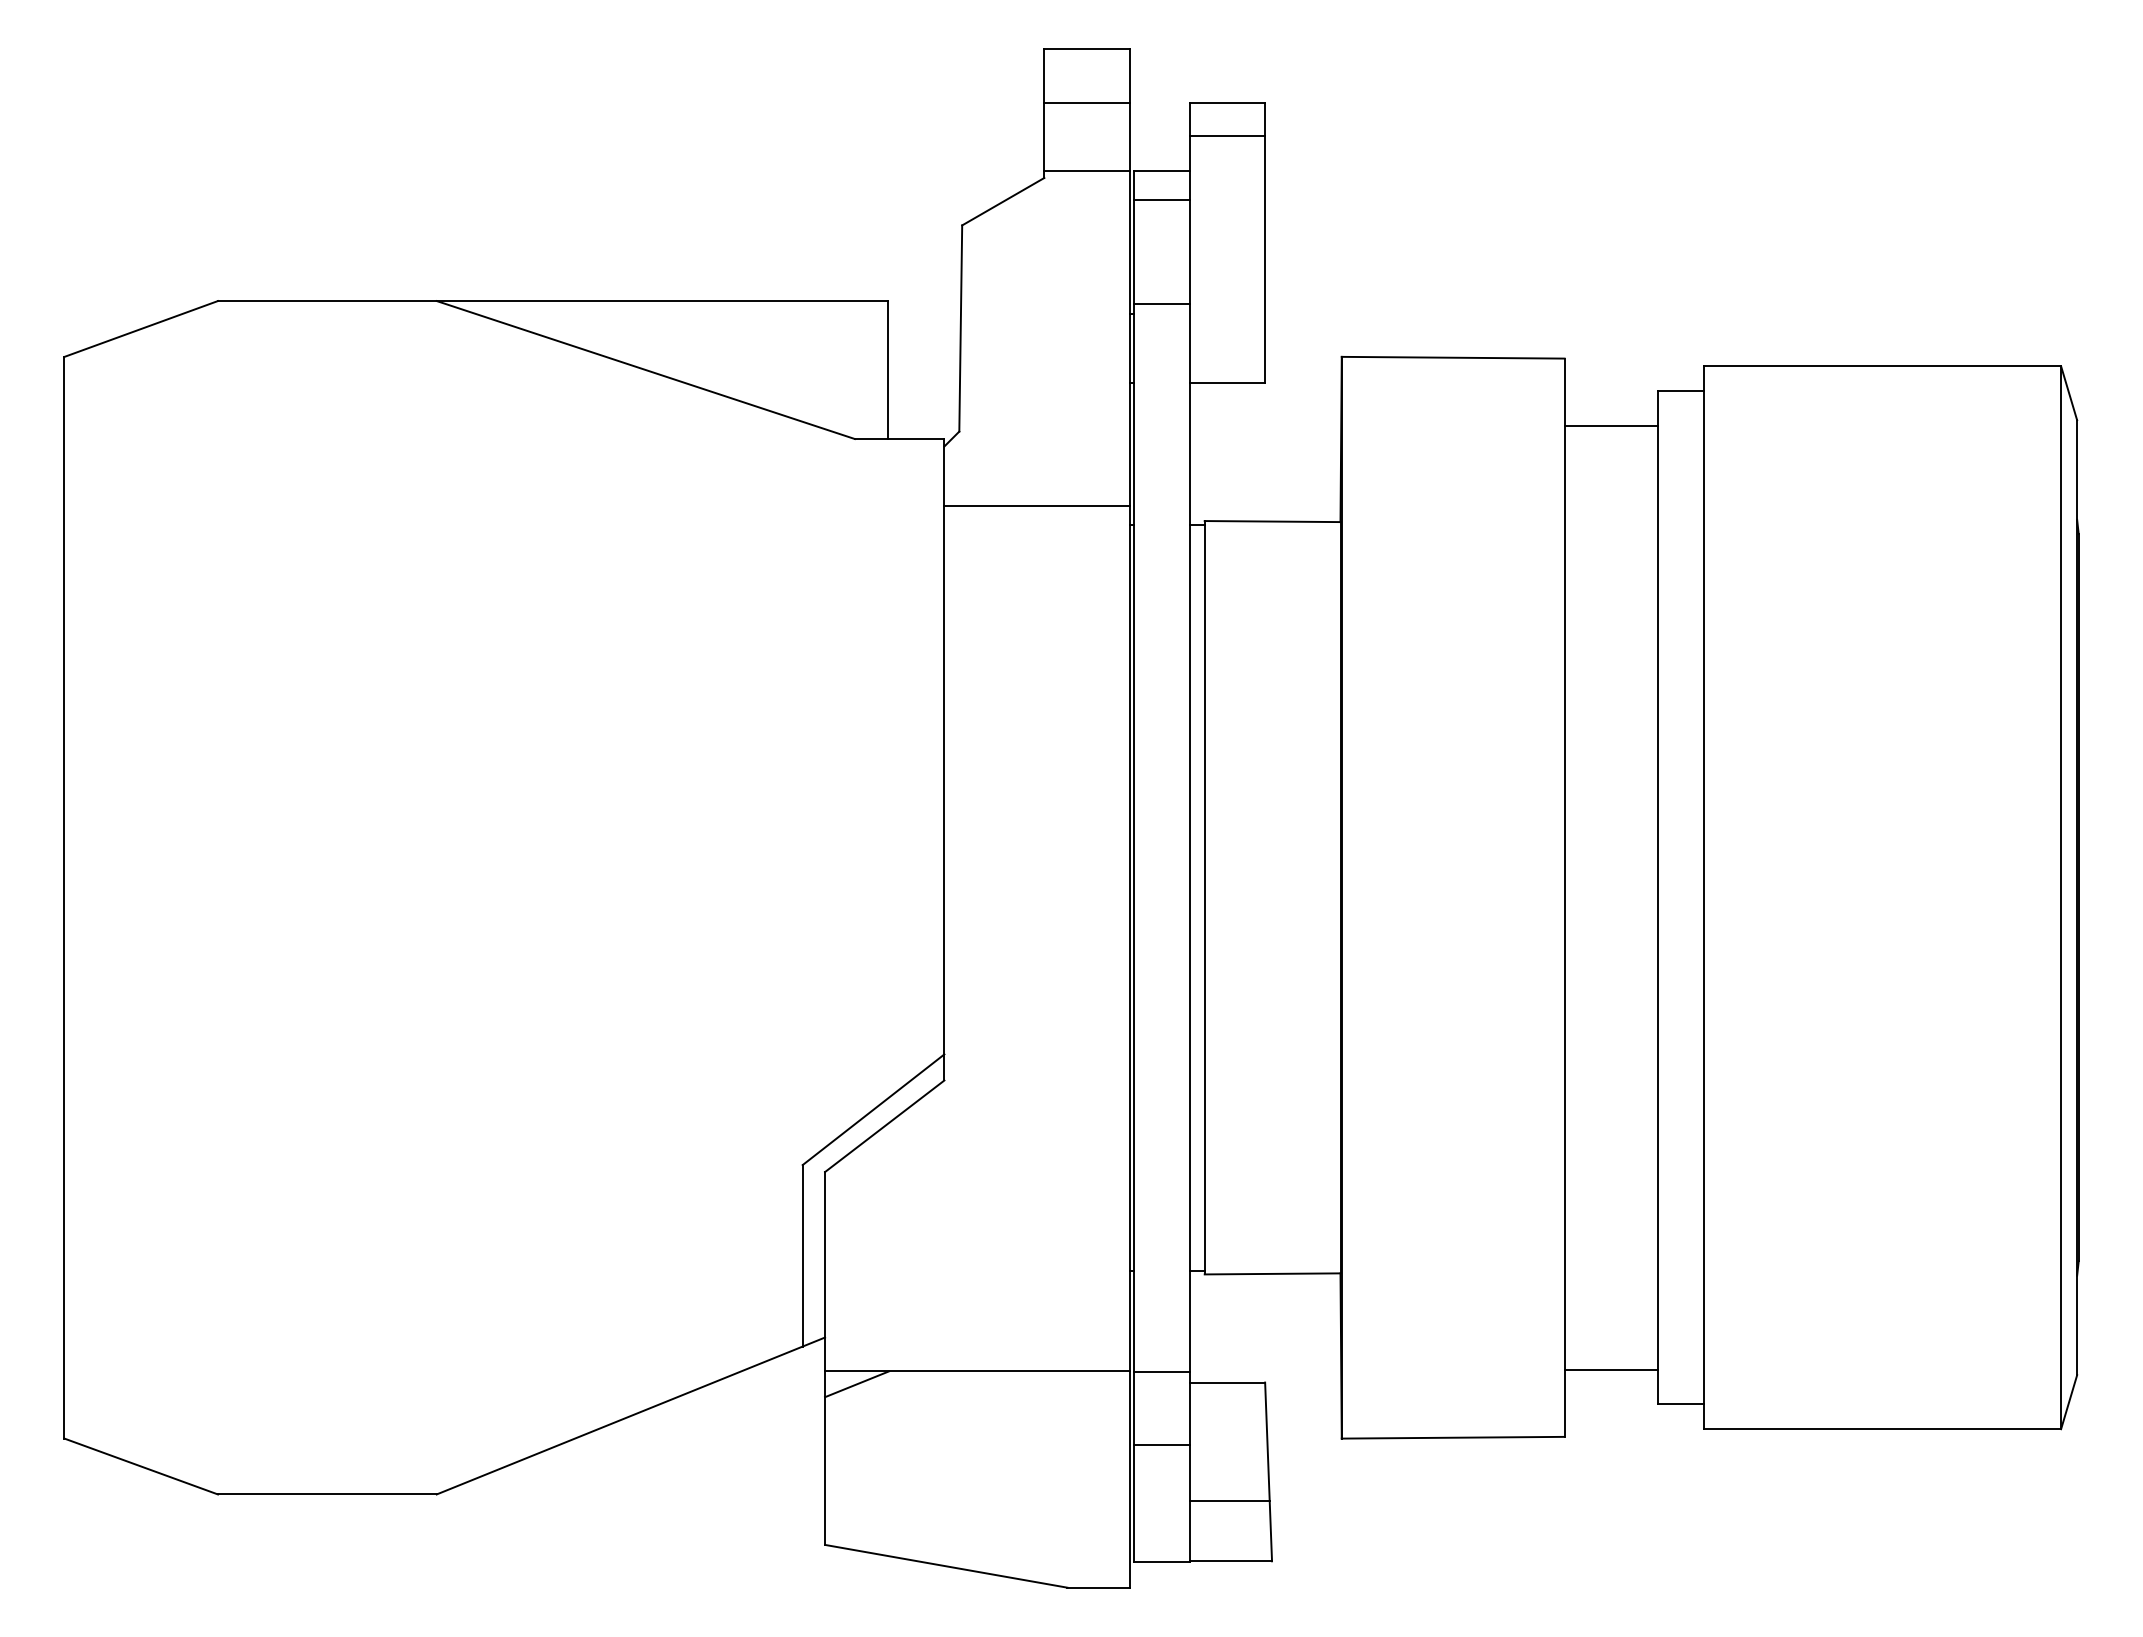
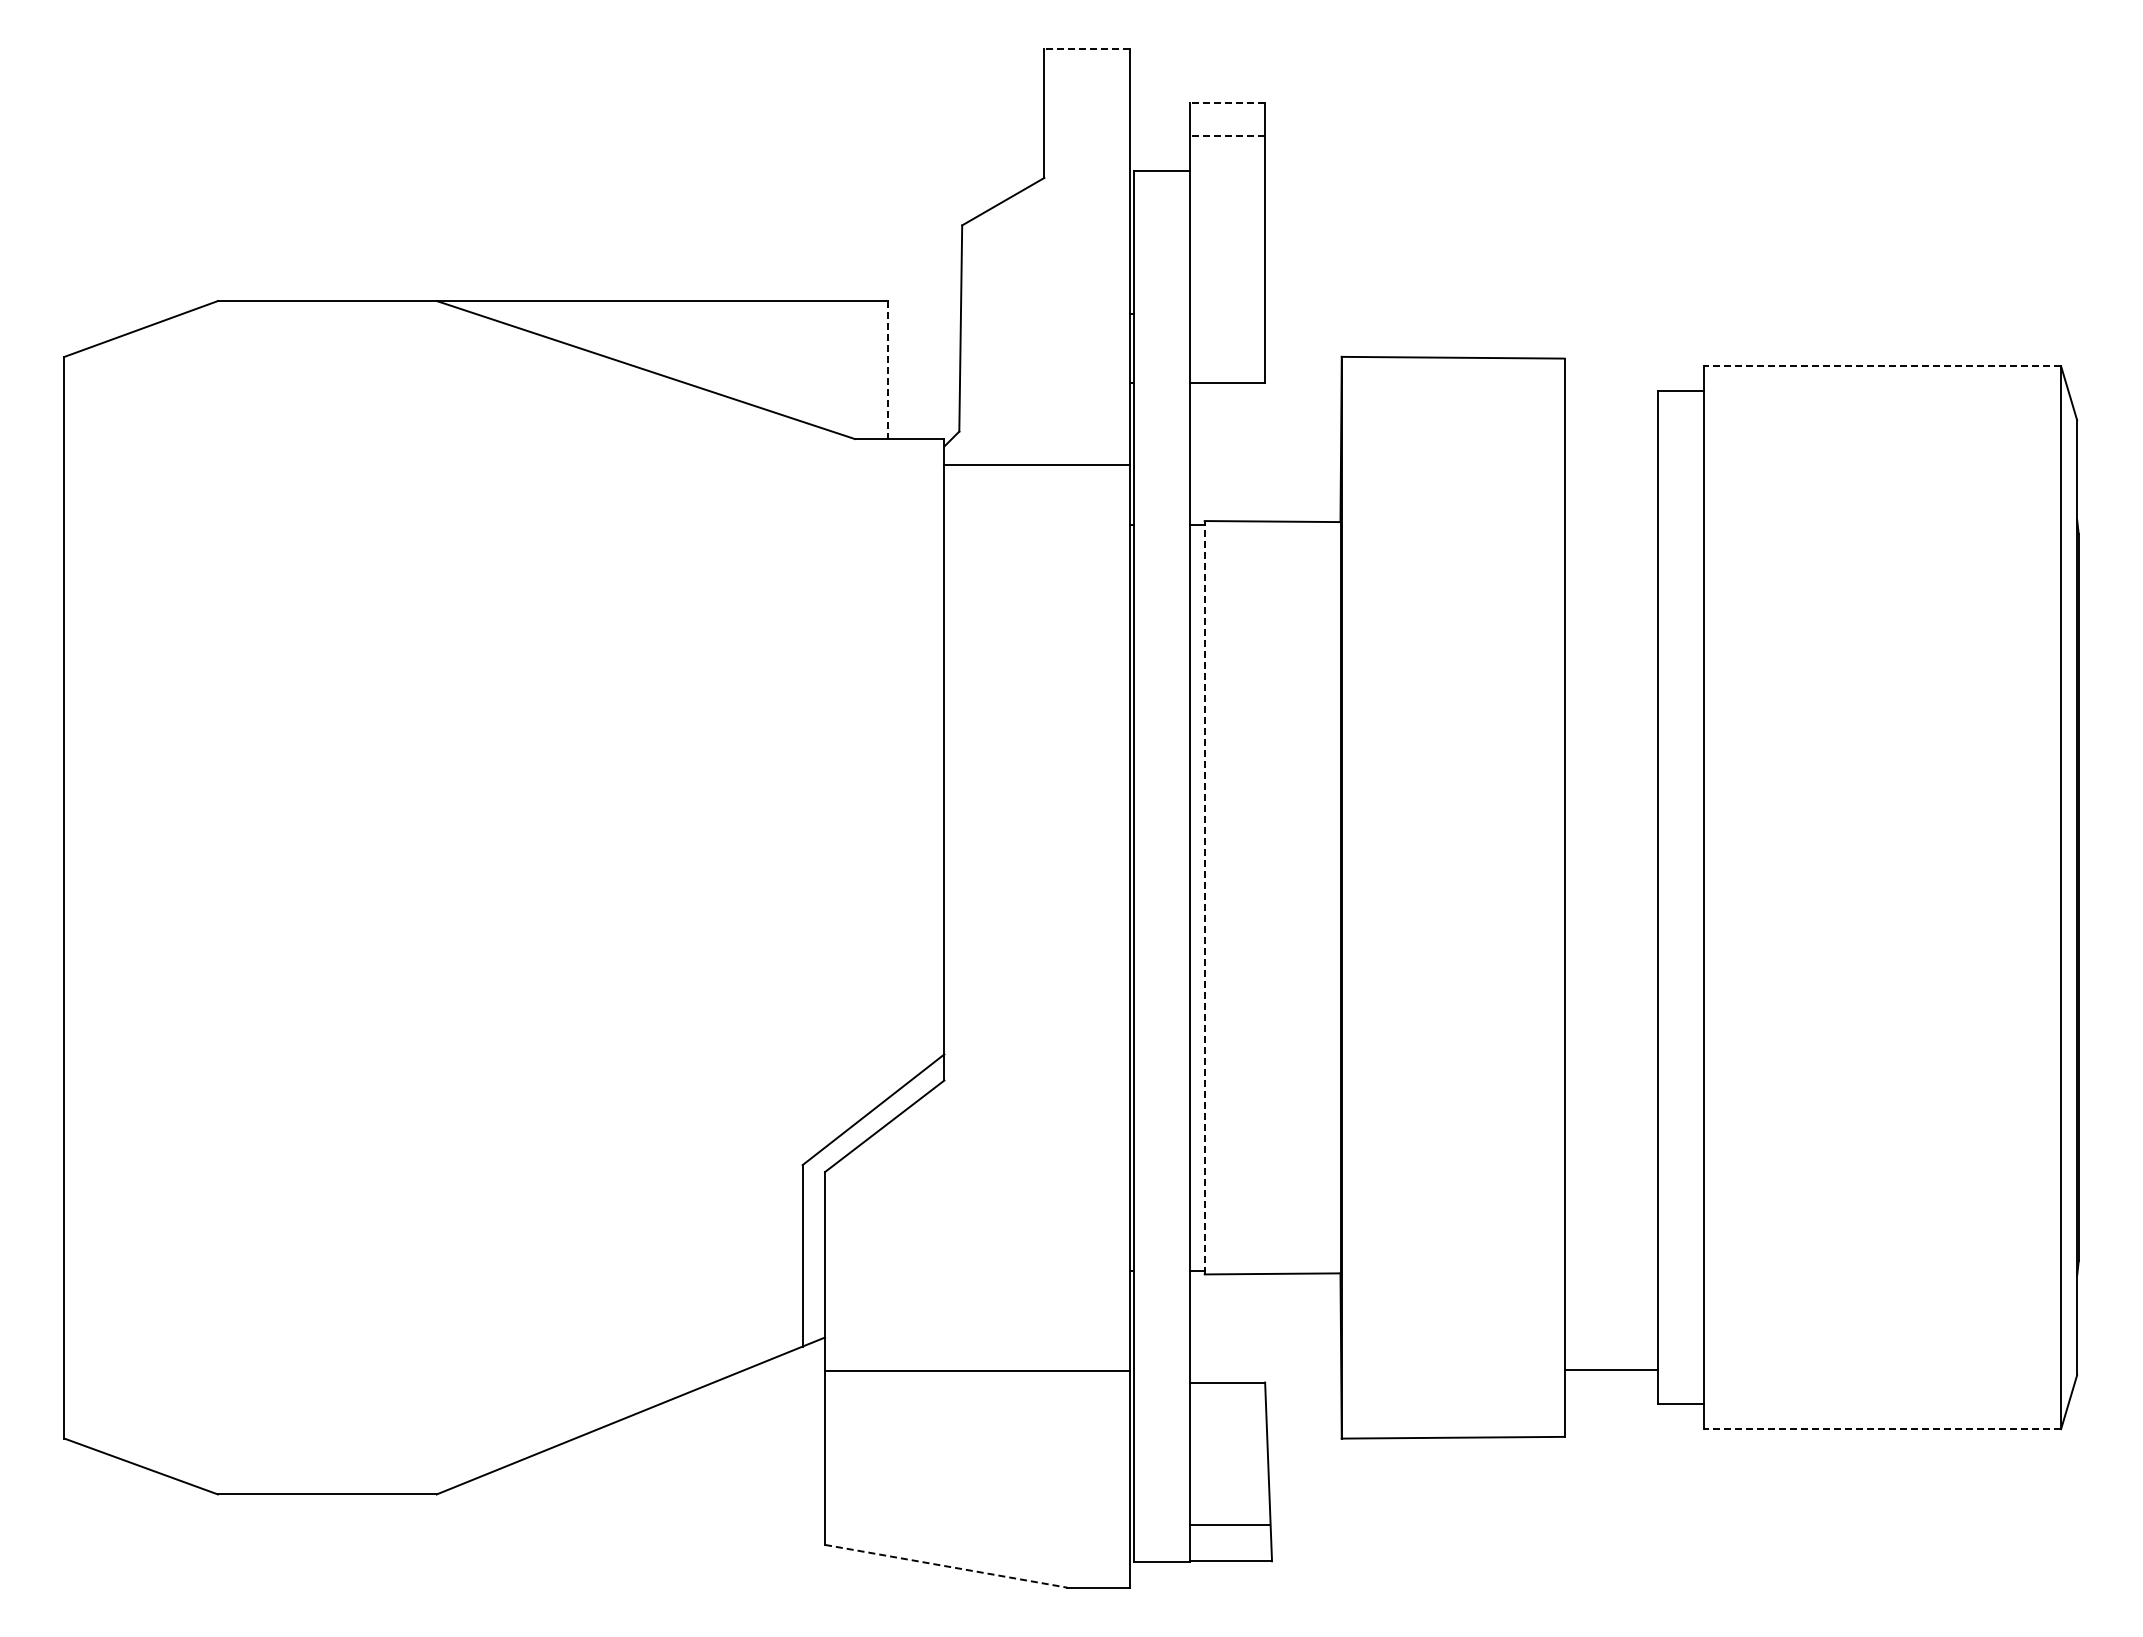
line at (1087, 49): solid -> dashed
line at (1087, 103): present -> none
line at (1227, 103): solid -> dashed
line at (1227, 135): solid -> dashed
line at (1087, 170): present -> none
line at (1161, 200): present -> none
line at (1161, 303): present -> none
line at (1882, 366): solid -> dashed
line at (888, 370): solid -> dashed
line at (1610, 425): present -> none
line at (1037, 506) position: (1037, 506) -> (1037, 465)
line at (1204, 897): solid -> dashed
line at (1161, 1372): present -> none
line at (857, 1384): present -> none
line at (1882, 1429): solid -> dashed
line at (1161, 1444): present -> none
line at (1229, 1501) position: (1229, 1501) -> (1229, 1525)
line at (946, 1566): solid -> dashed
